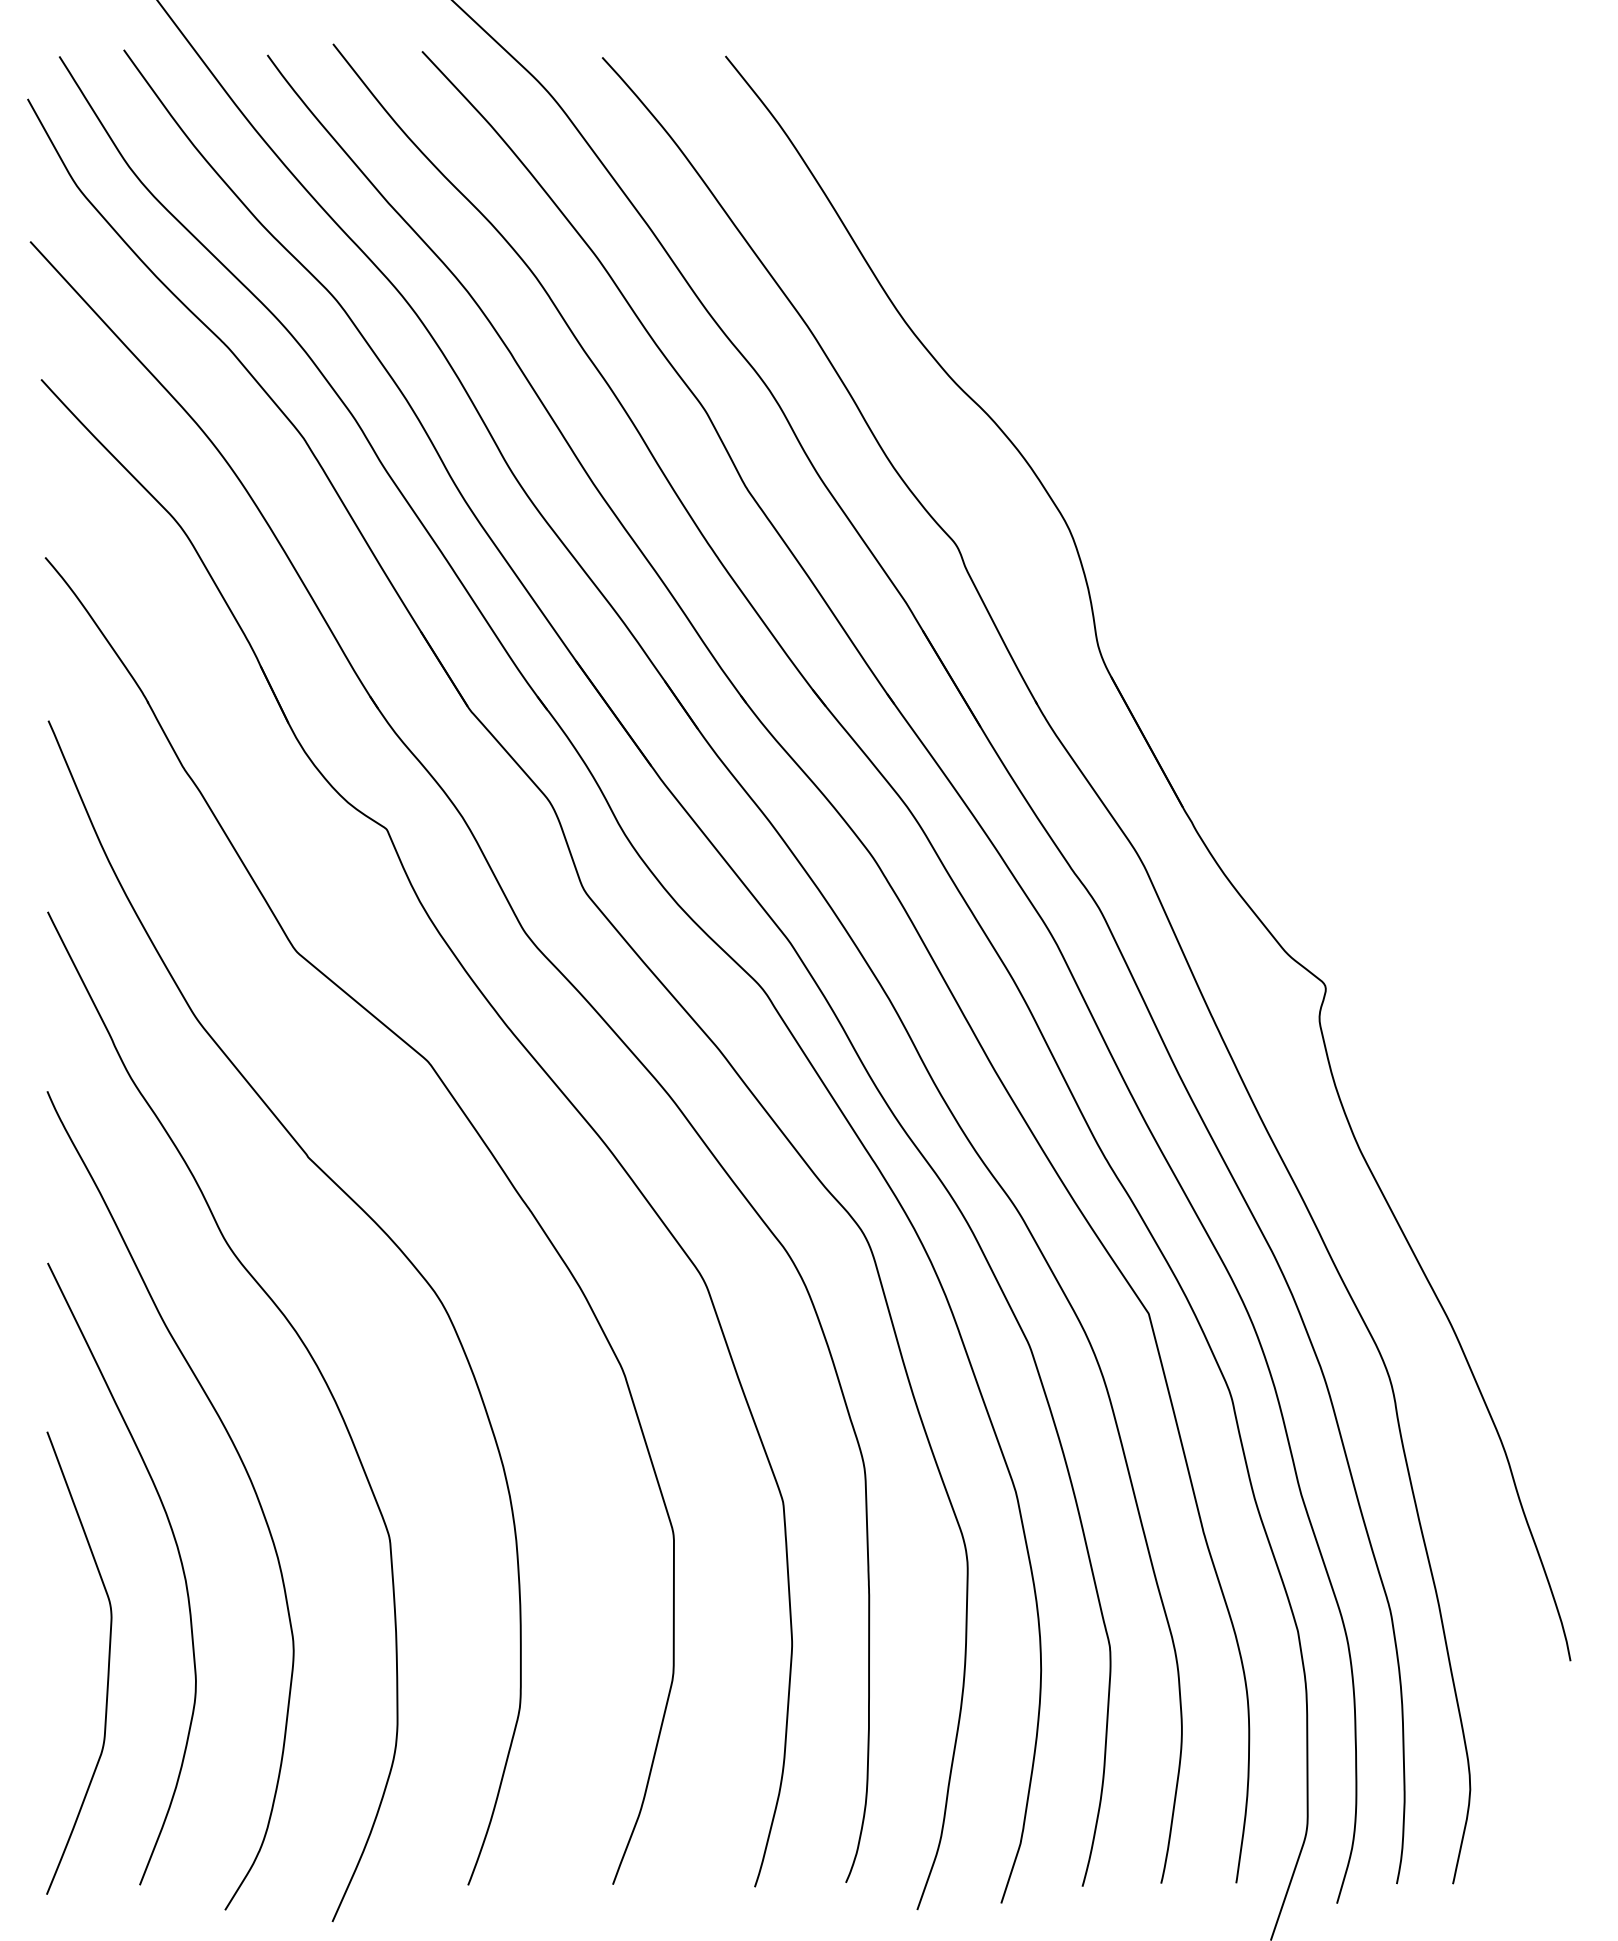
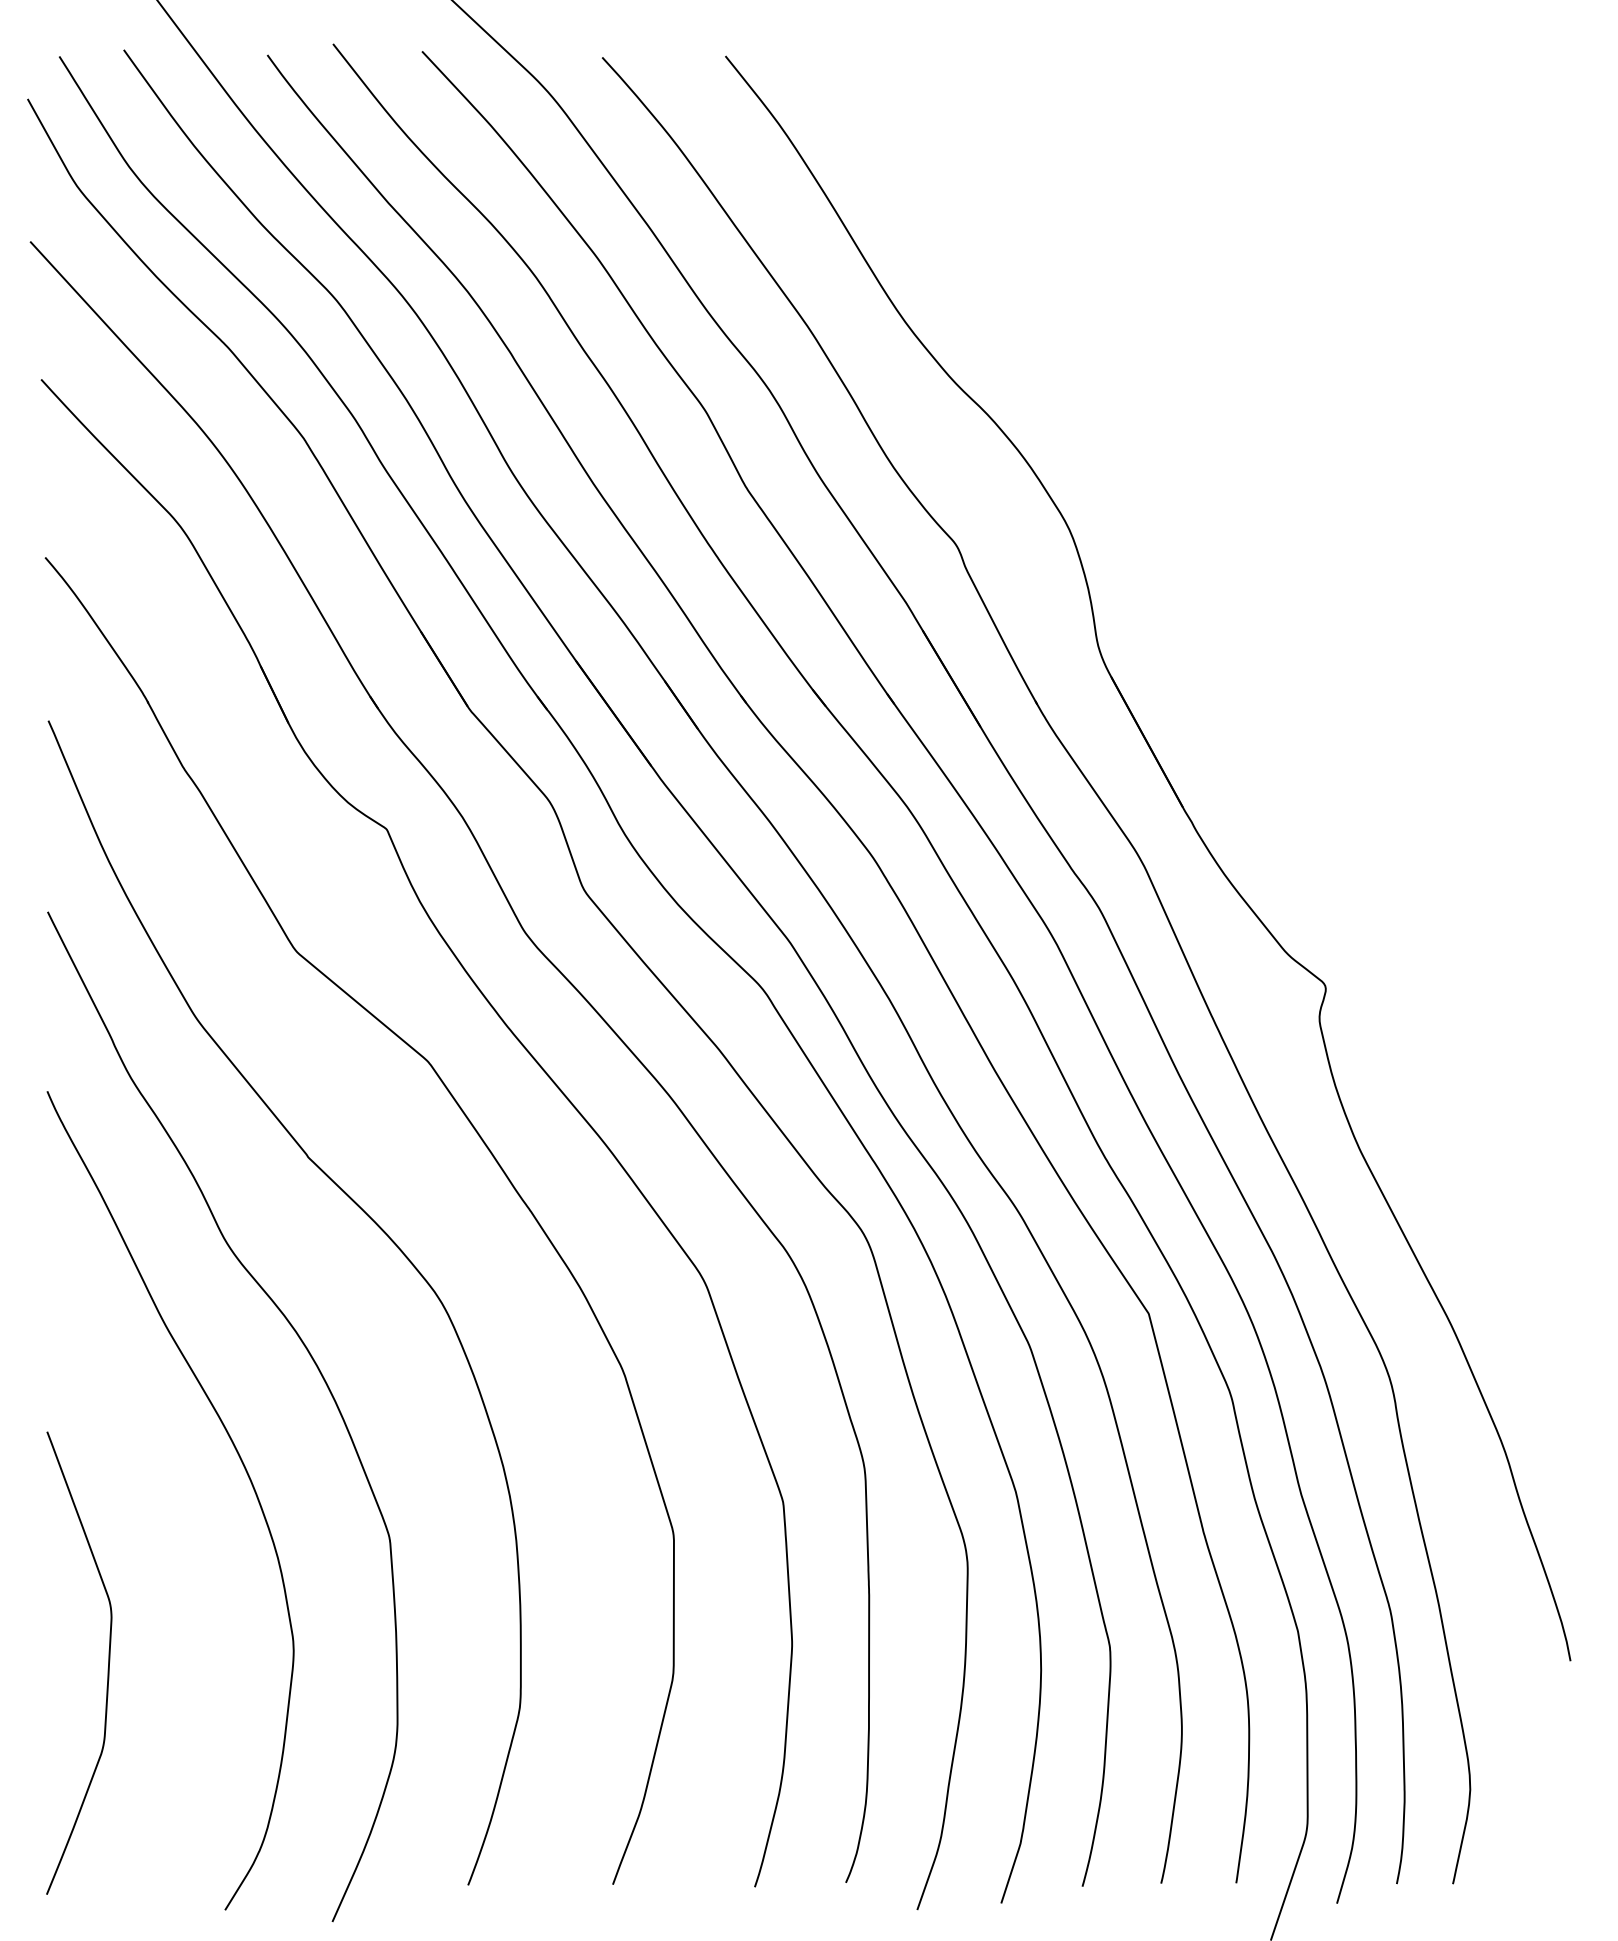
curve at (179, 1559): present -> none
